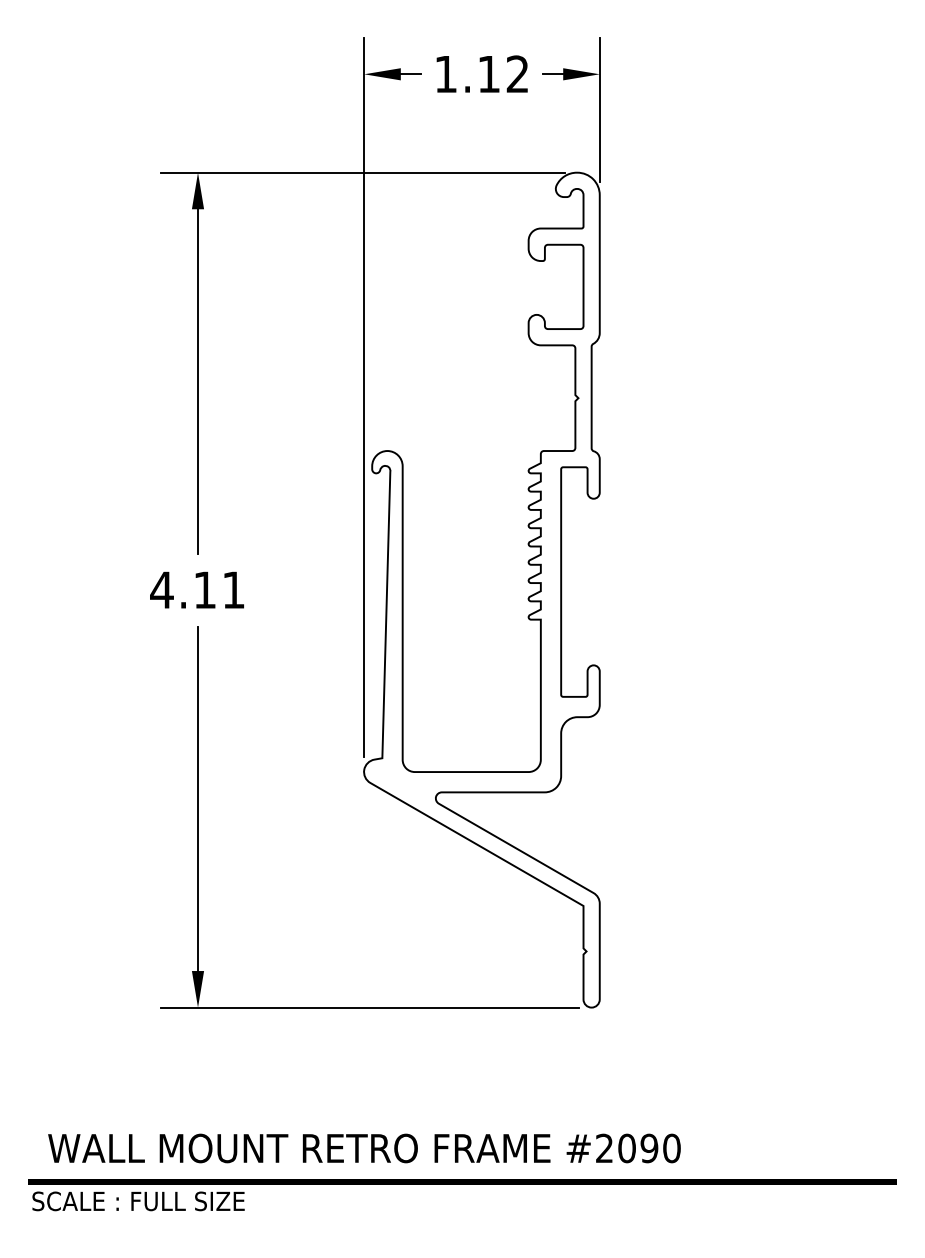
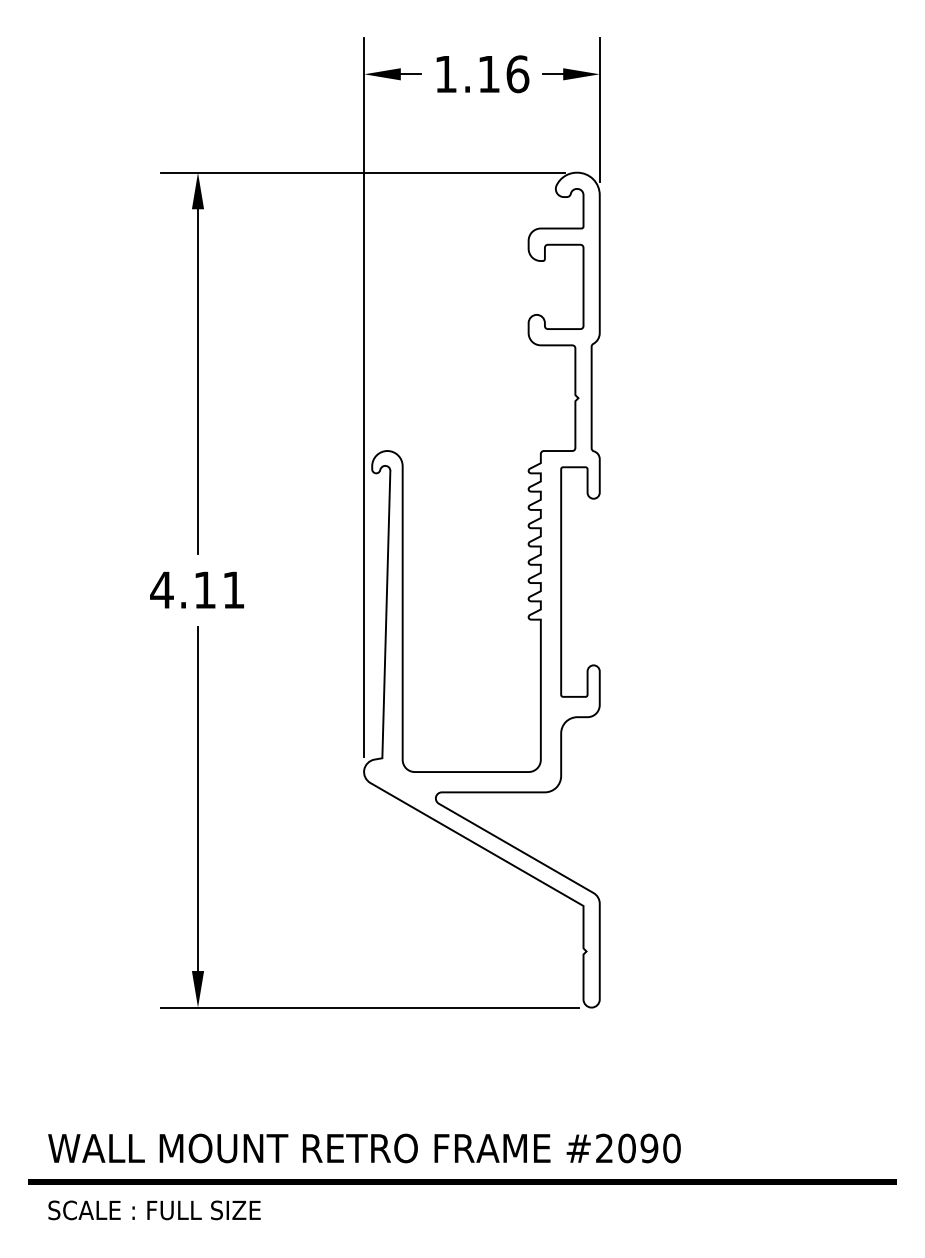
text at (517, 74): 1.12 -> 1.16
text at (138, 1201) position: (138, 1201) -> (154, 1210)
